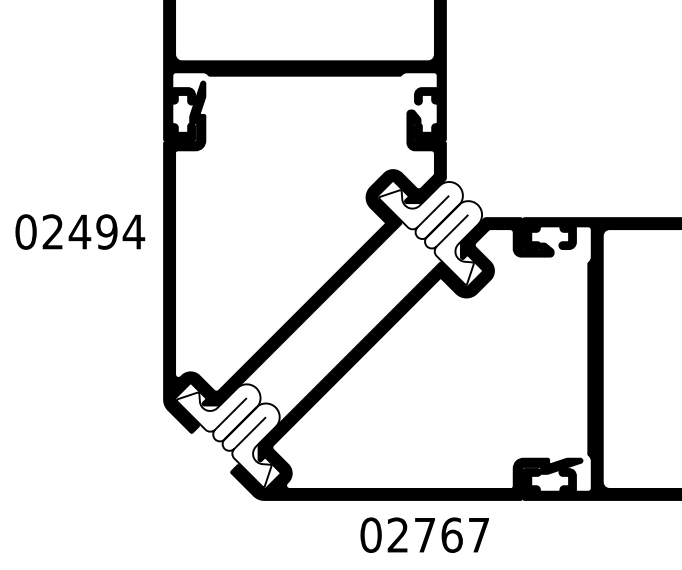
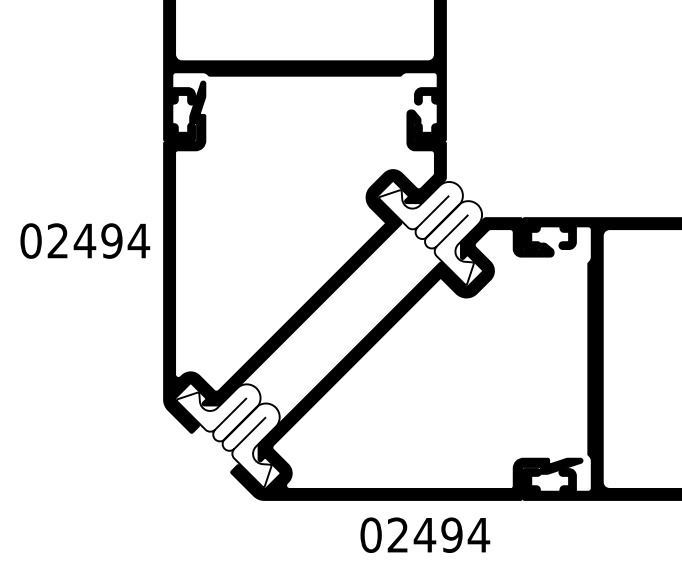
text at (80, 231) position: (80, 231) -> (85, 240)
text at (451, 534): 02767 -> 02494
